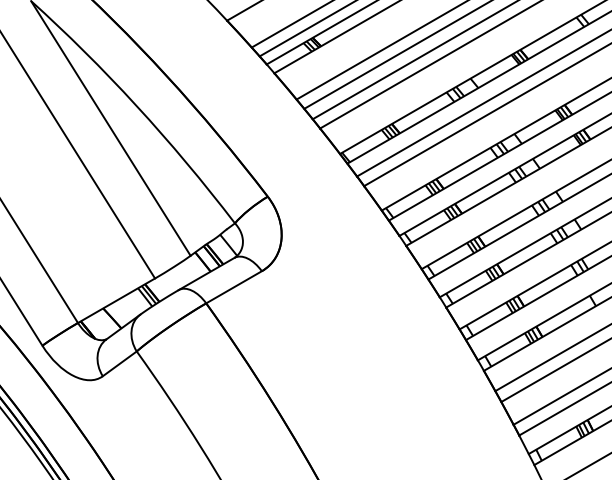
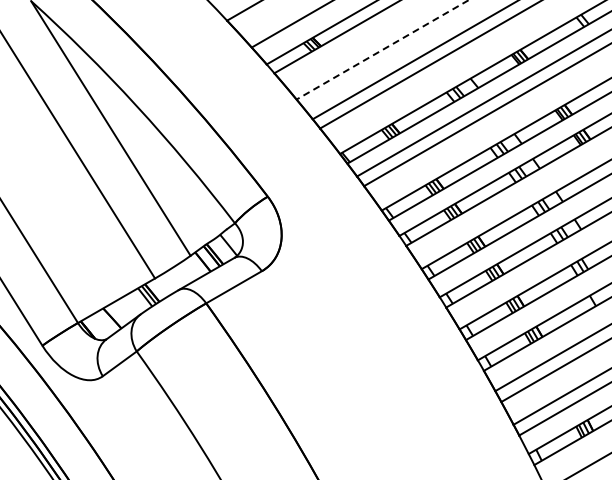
line at (306, 29): present -> none
line at (382, 50): solid -> dashed
line at (396, 55): present -> none
